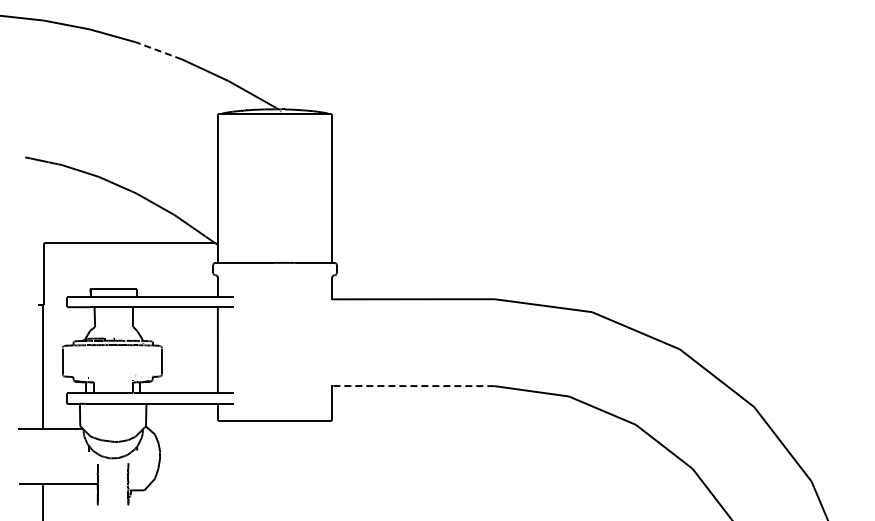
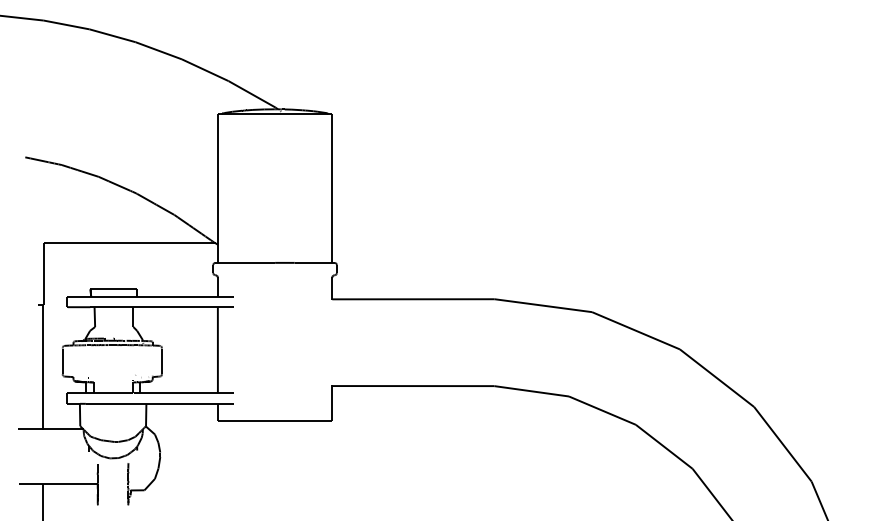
line at (158, 50): dashed -> solid
line at (412, 386): dashed -> solid
